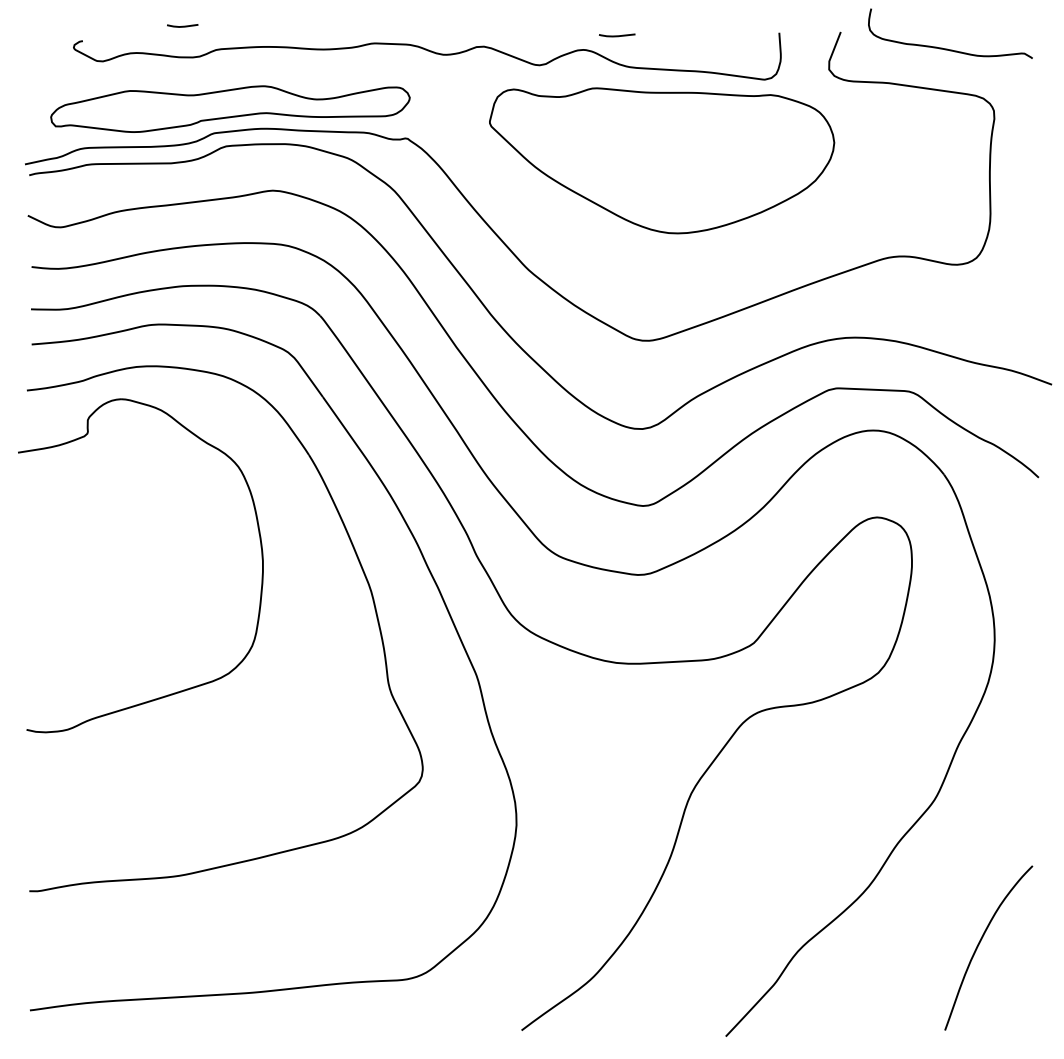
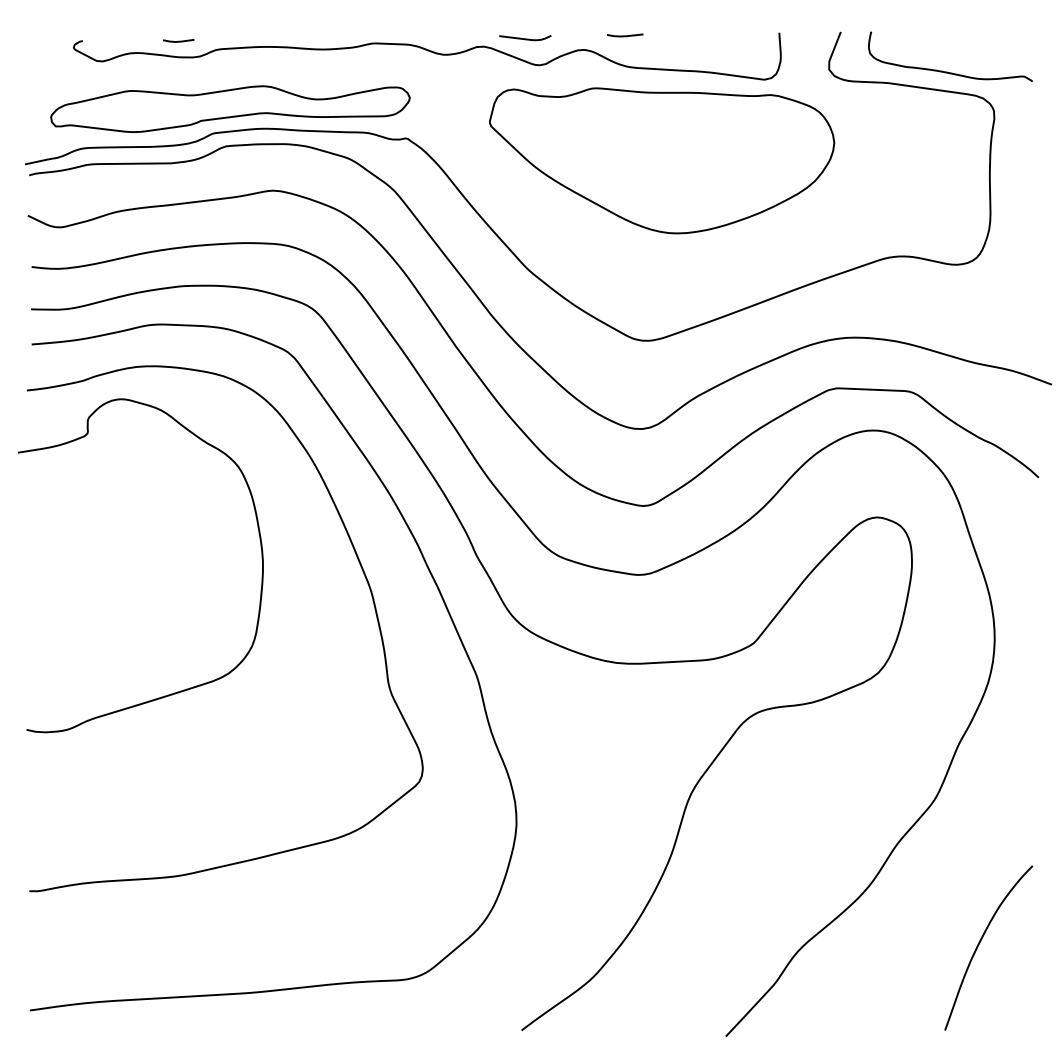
curve at (182, 25) position: (182, 25) -> (178, 40)
curve at (617, 35) position: (617, 35) -> (625, 35)
curve at (525, 38): none -> present
curve at (947, 48) position: (947, 48) -> (947, 71)
